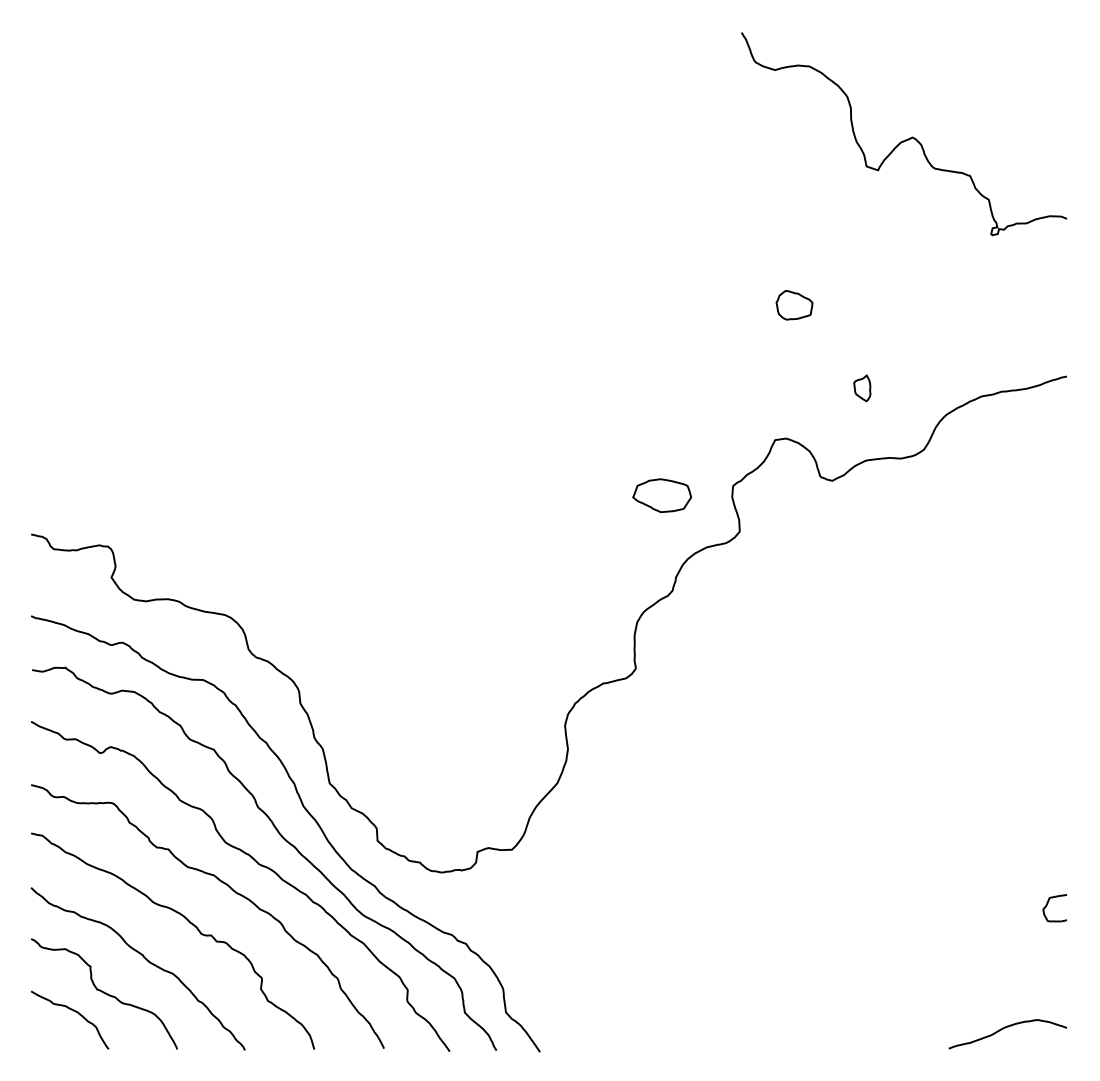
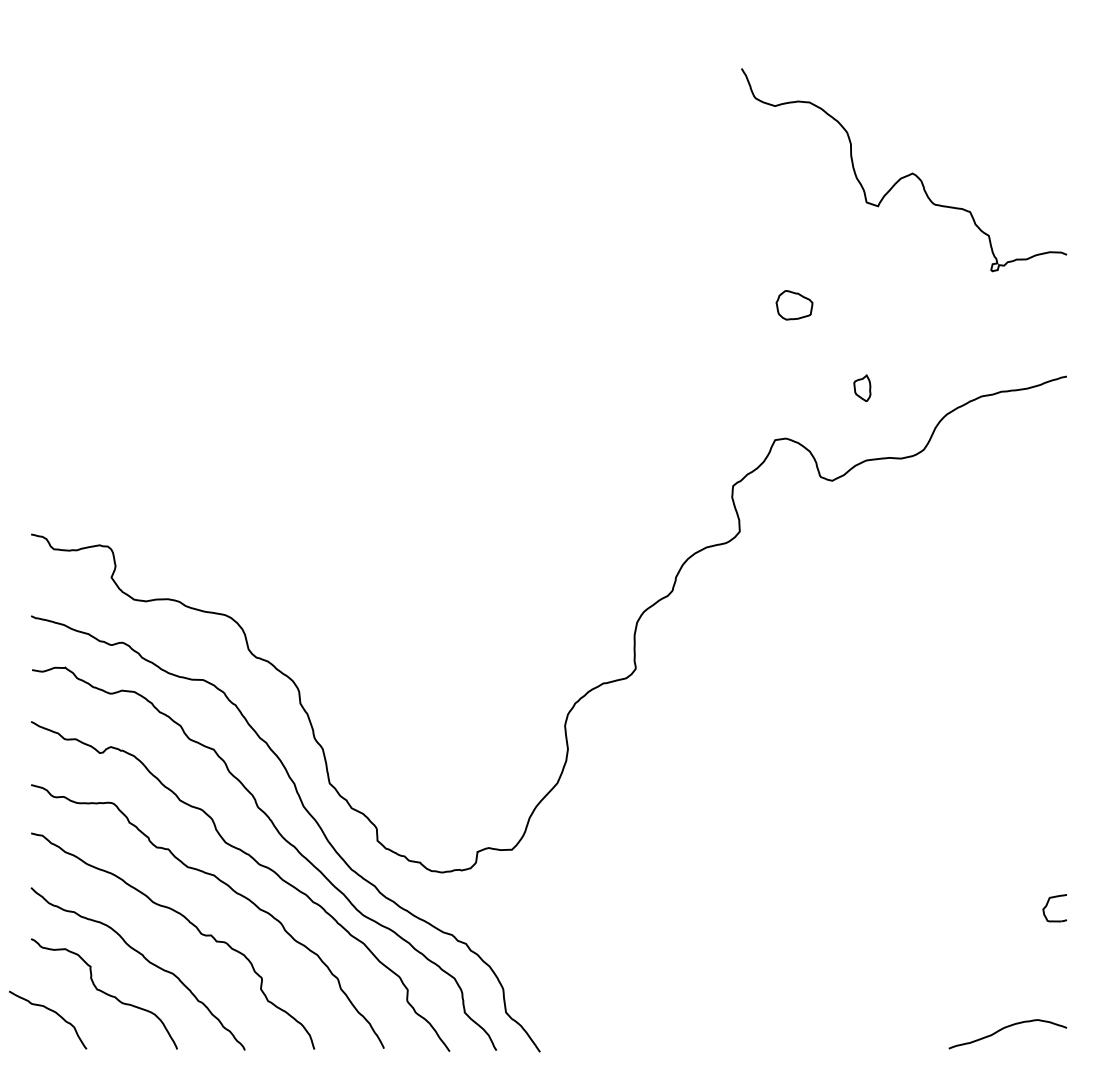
curve at (907, 138) position: (907, 138) -> (907, 174)
part at (662, 495): present -> none
curve at (73, 1011) position: (73, 1011) -> (51, 1011)
